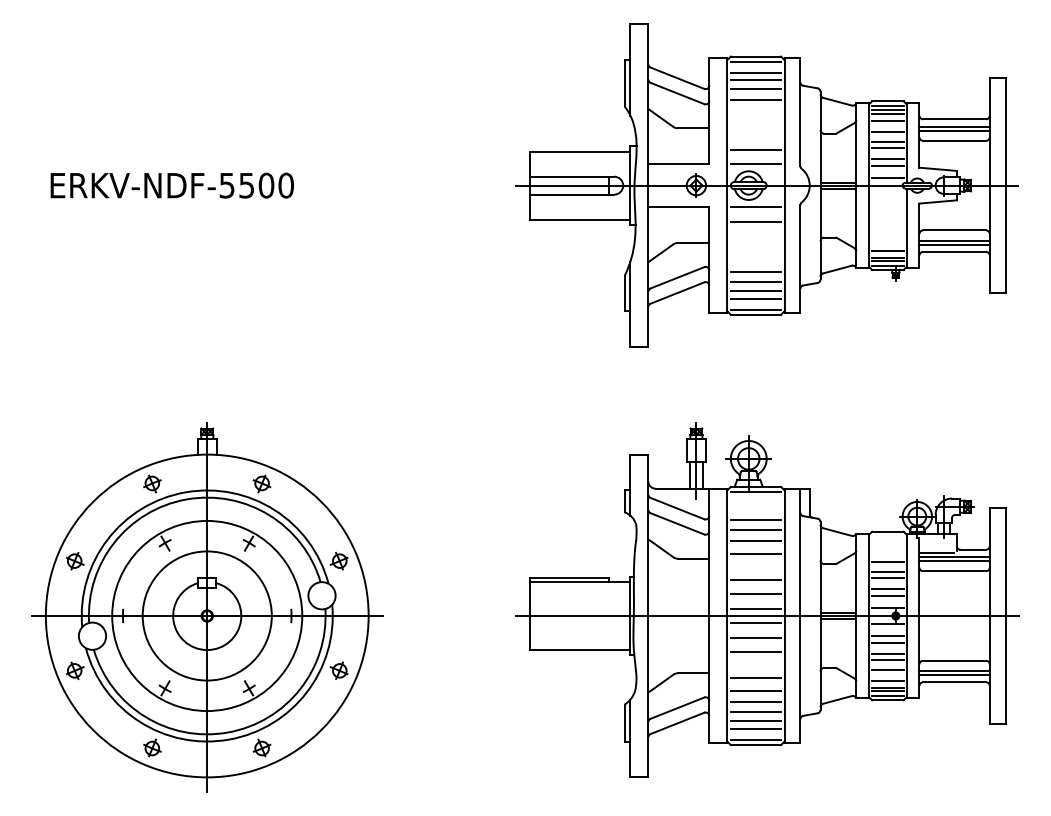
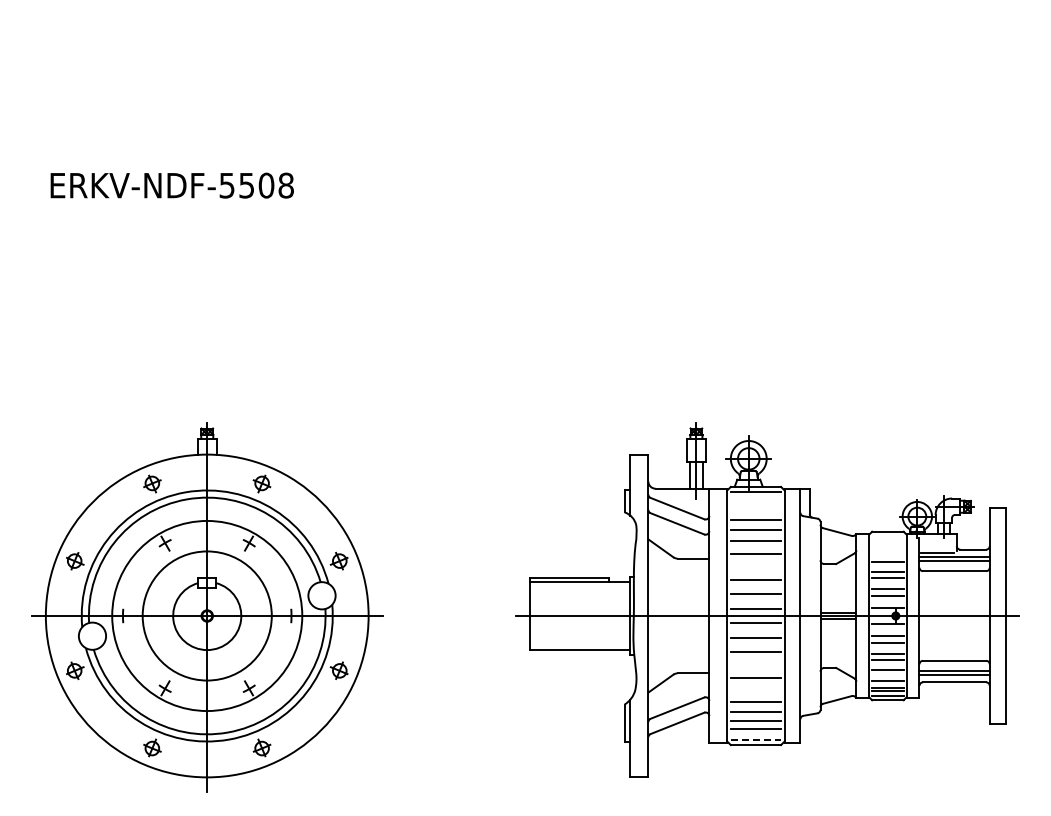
text at (285, 185): ERKV-NDF-5500 -> ERKV-NDF-5508
part at (766, 185): present -> none
line at (755, 690): present -> none
line at (756, 740): solid -> dashed
